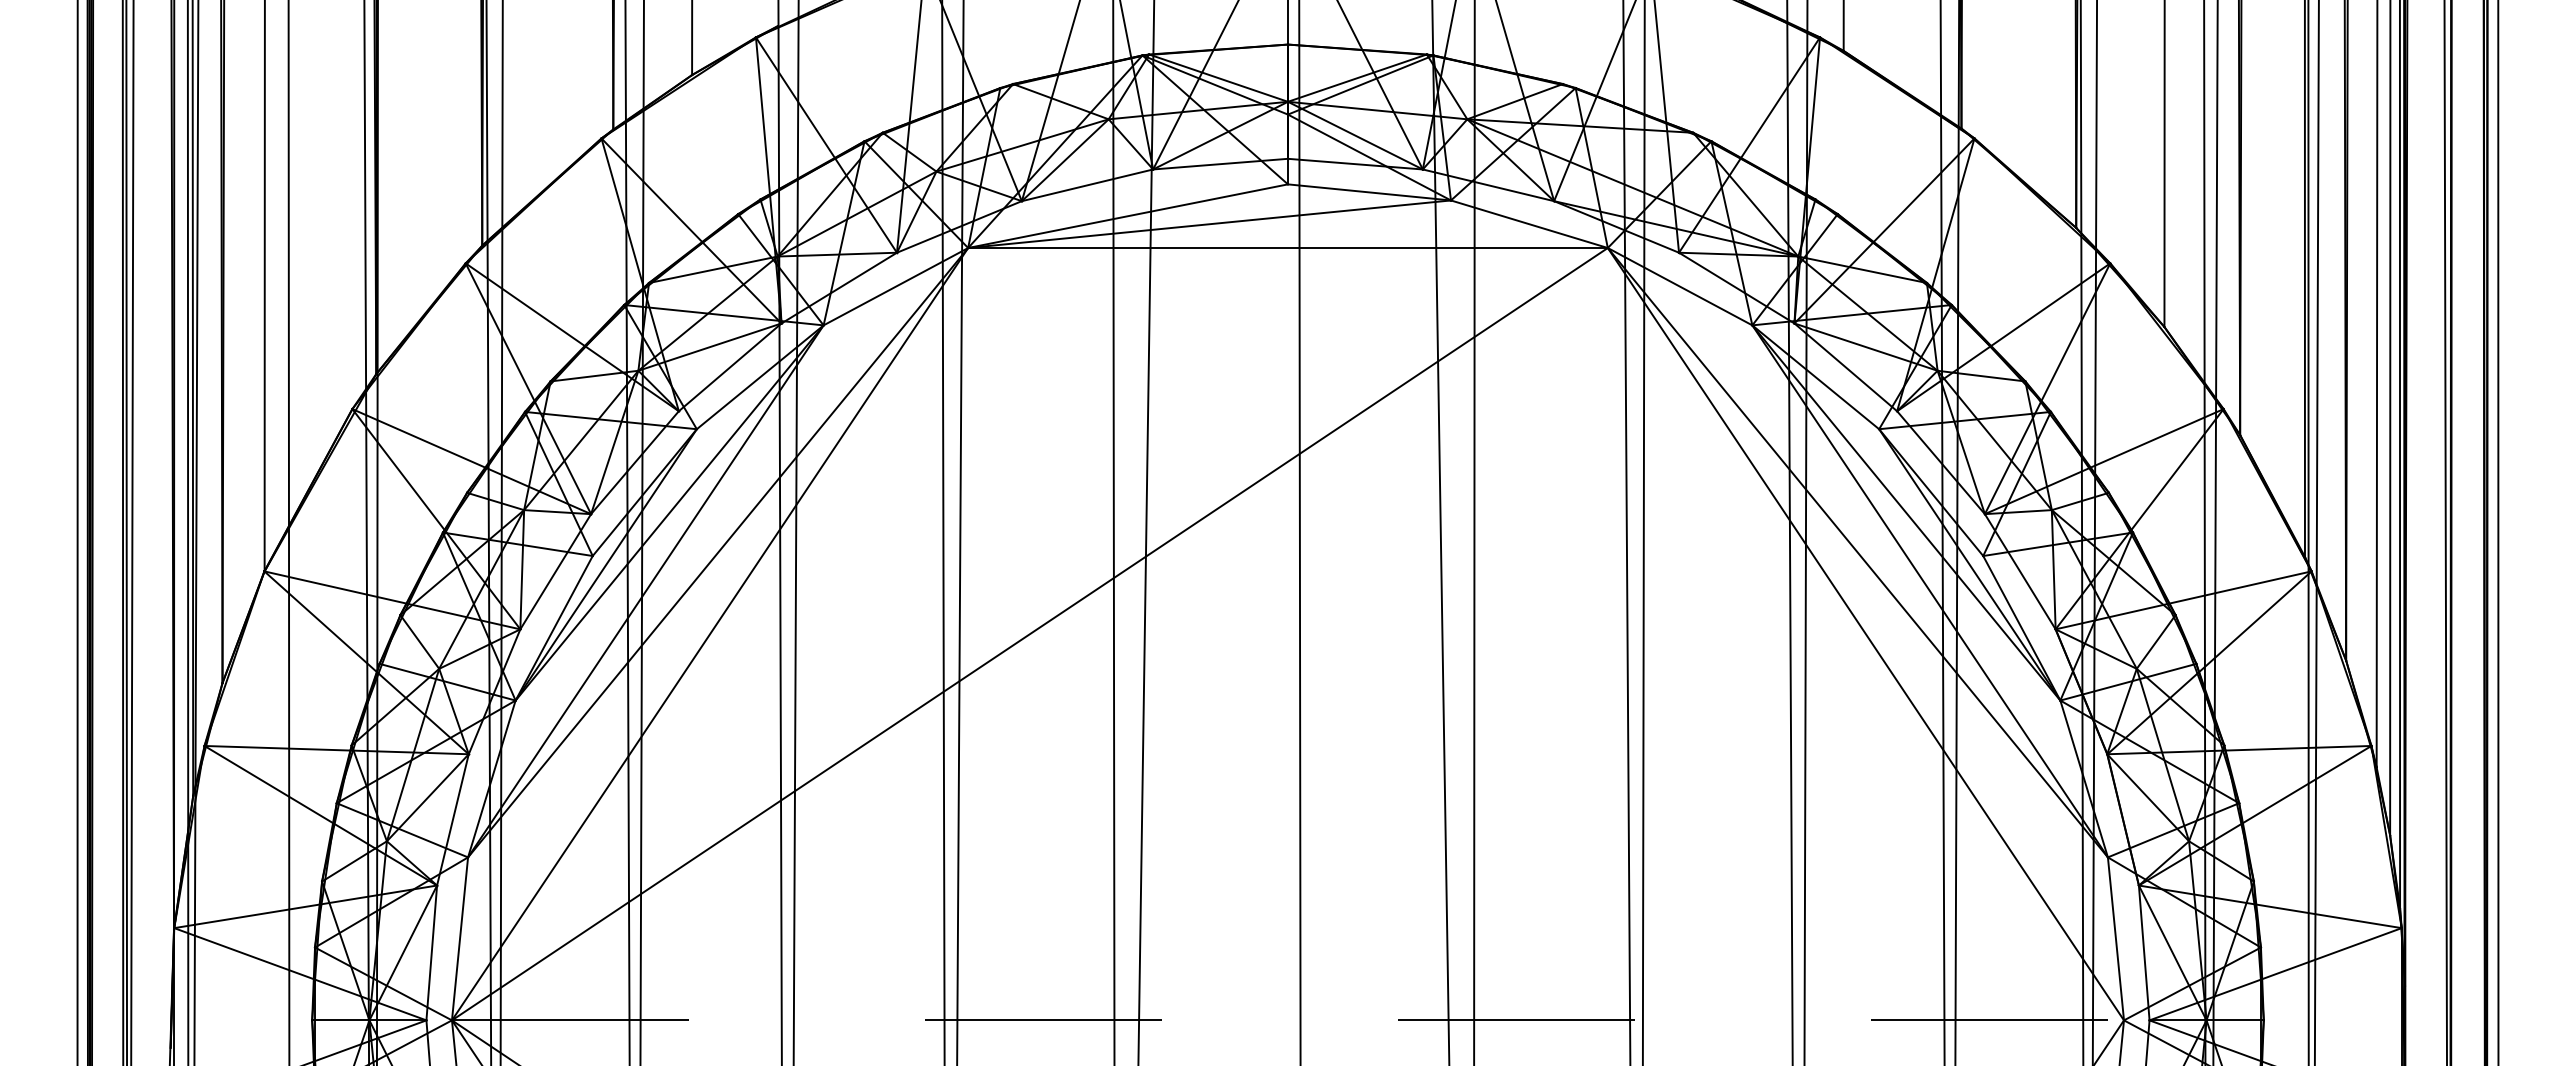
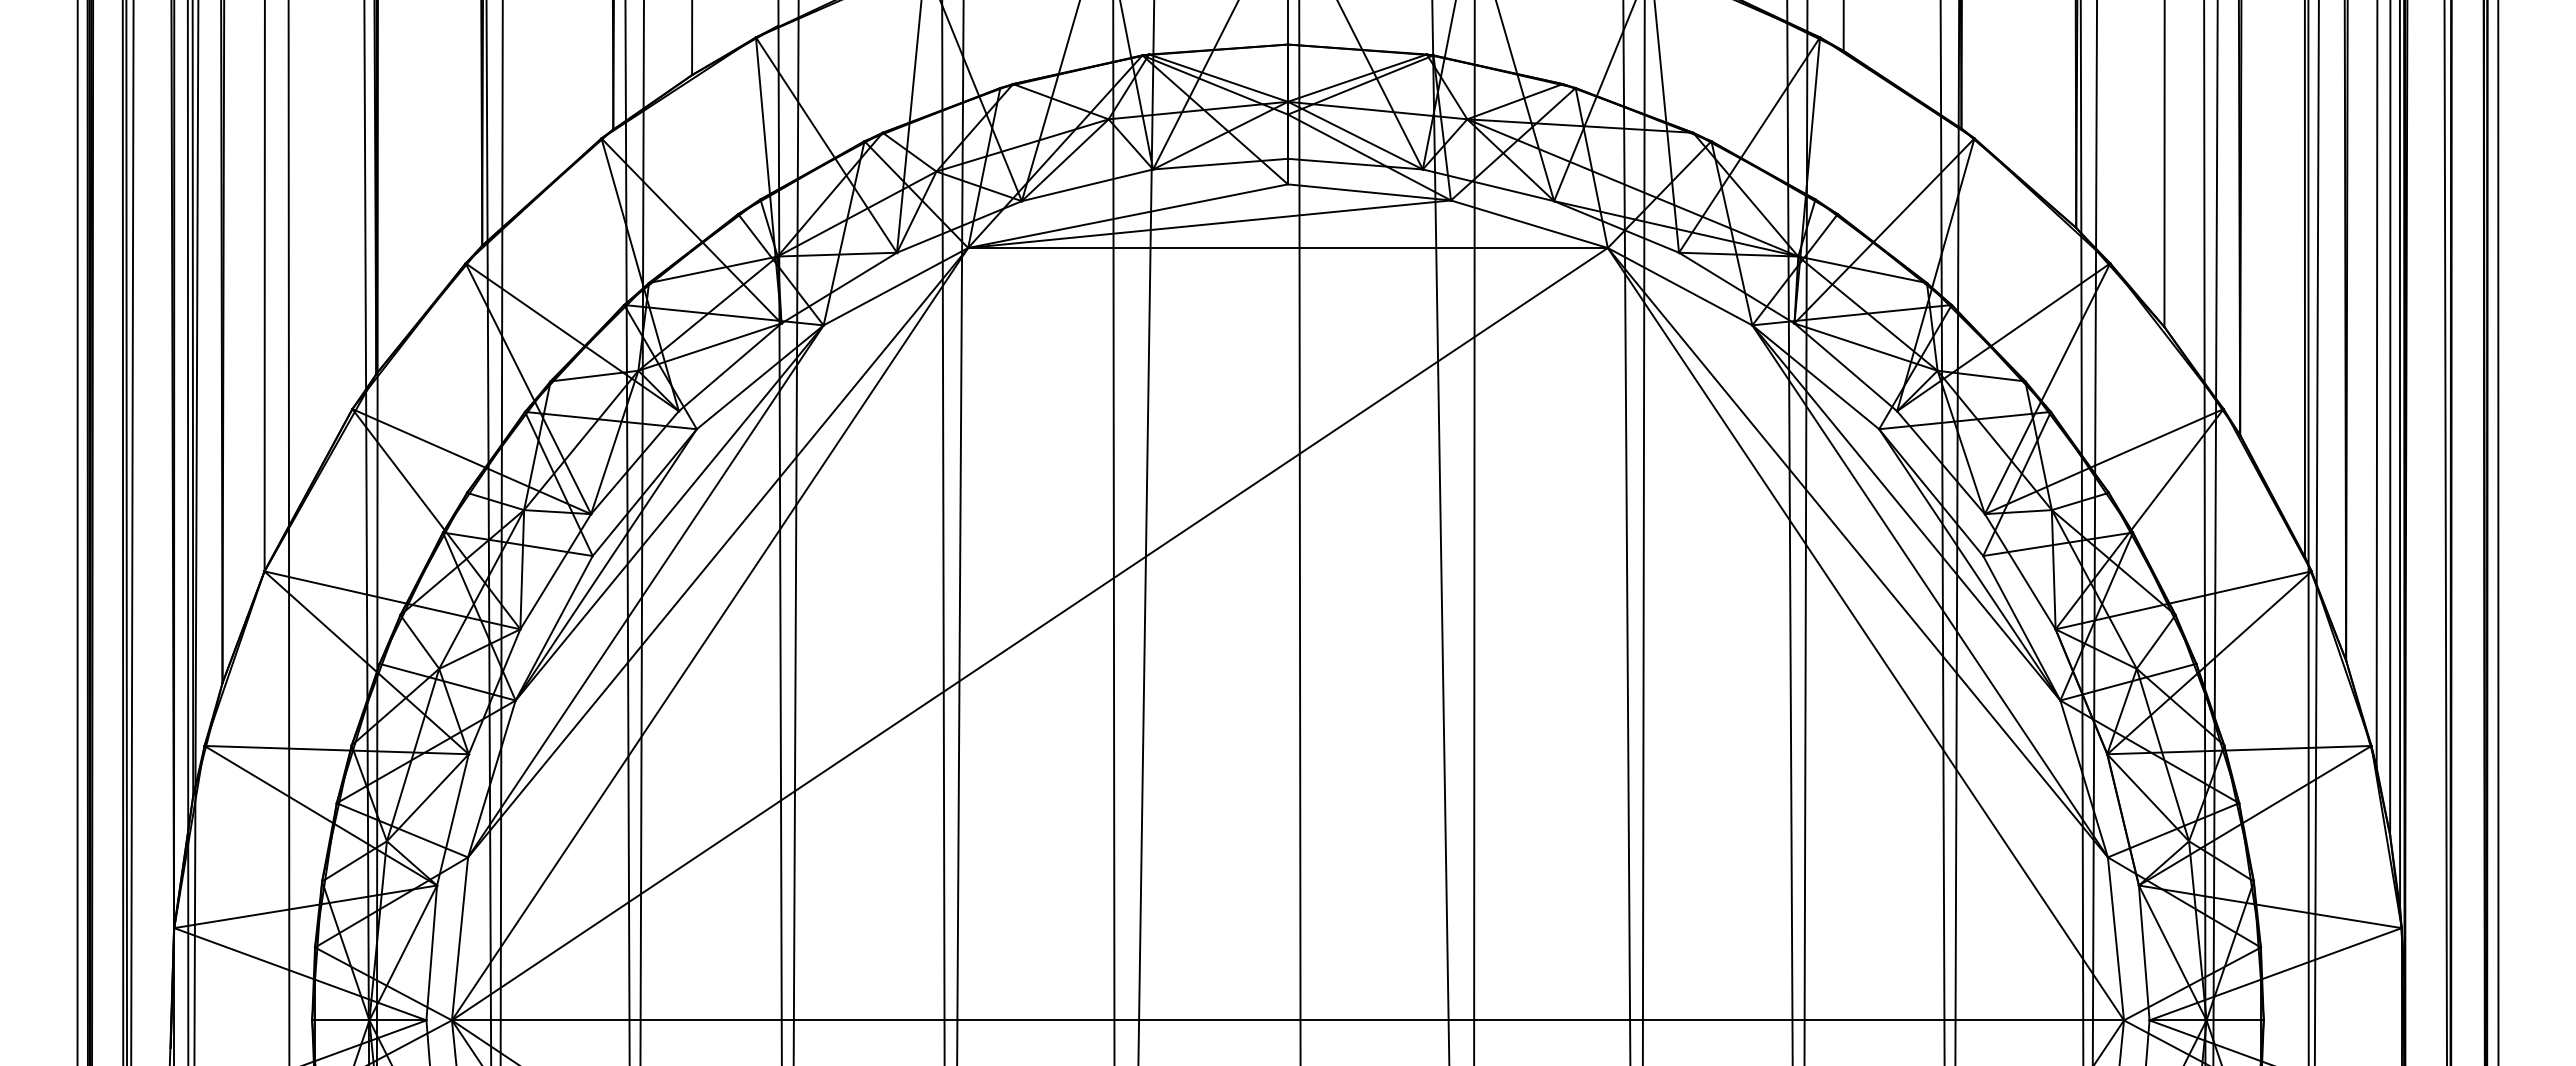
line at (1288, 1020): dashed -> solid
